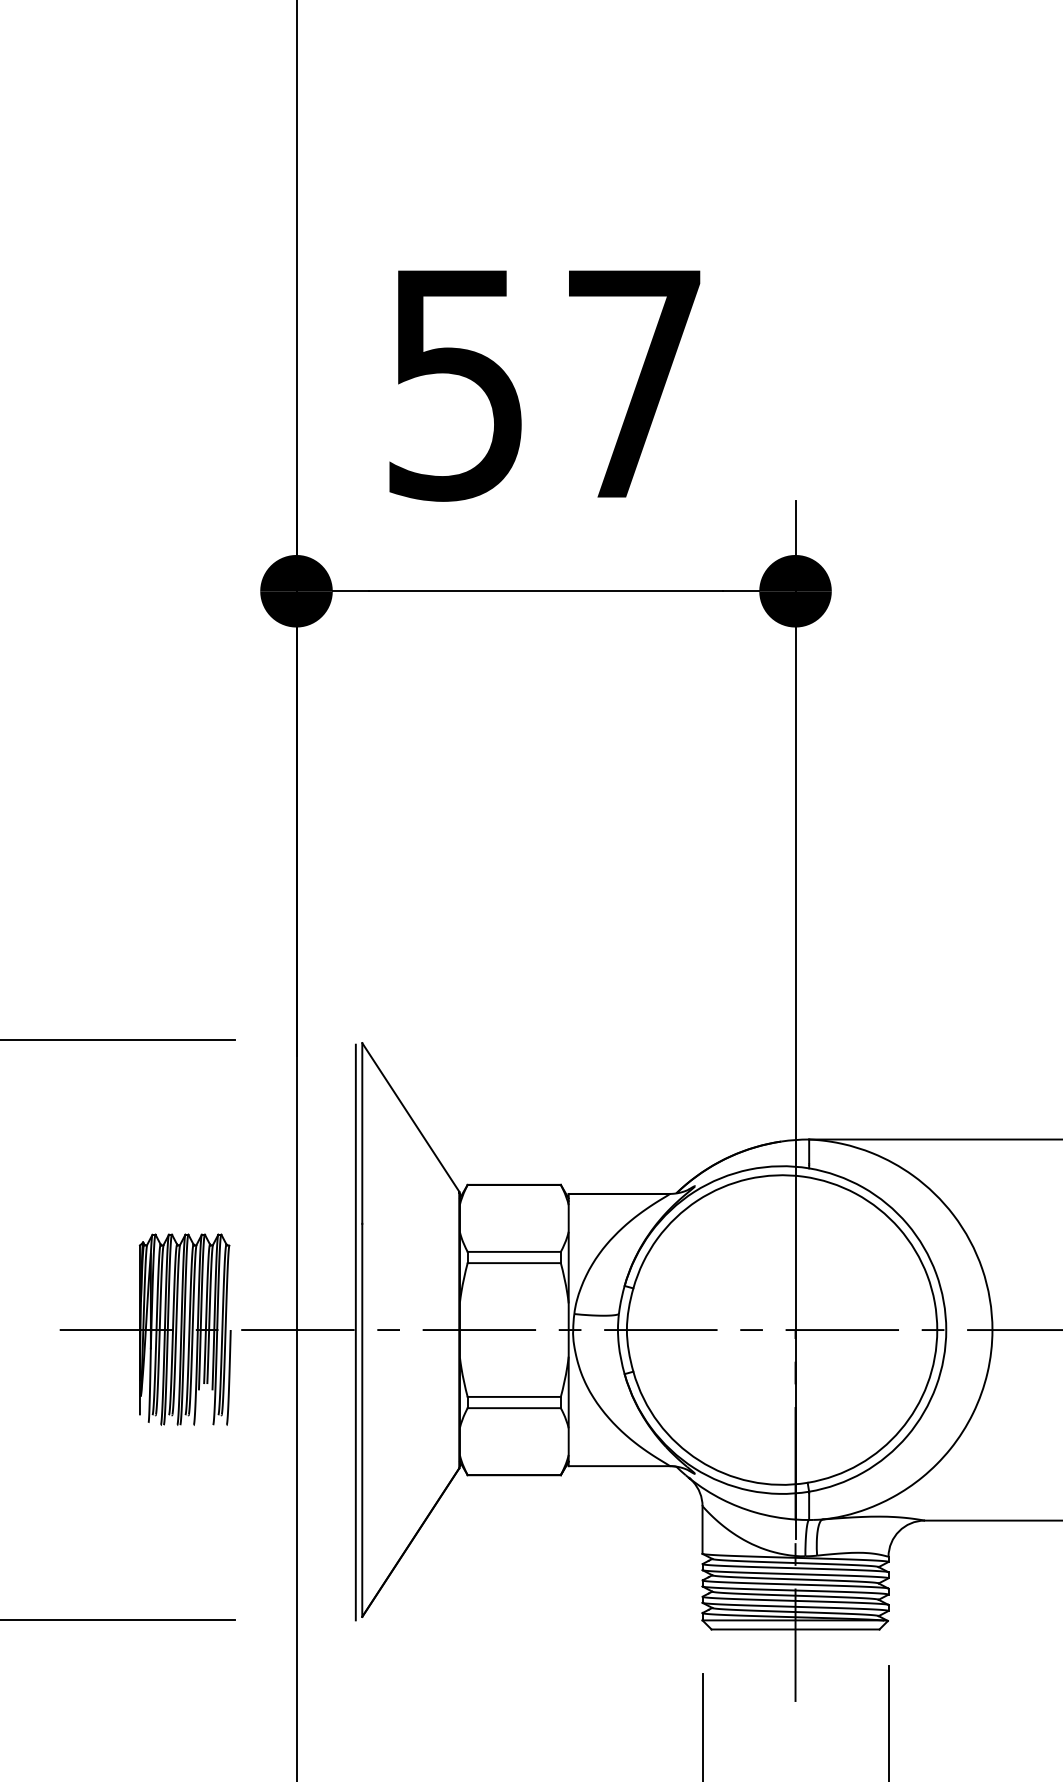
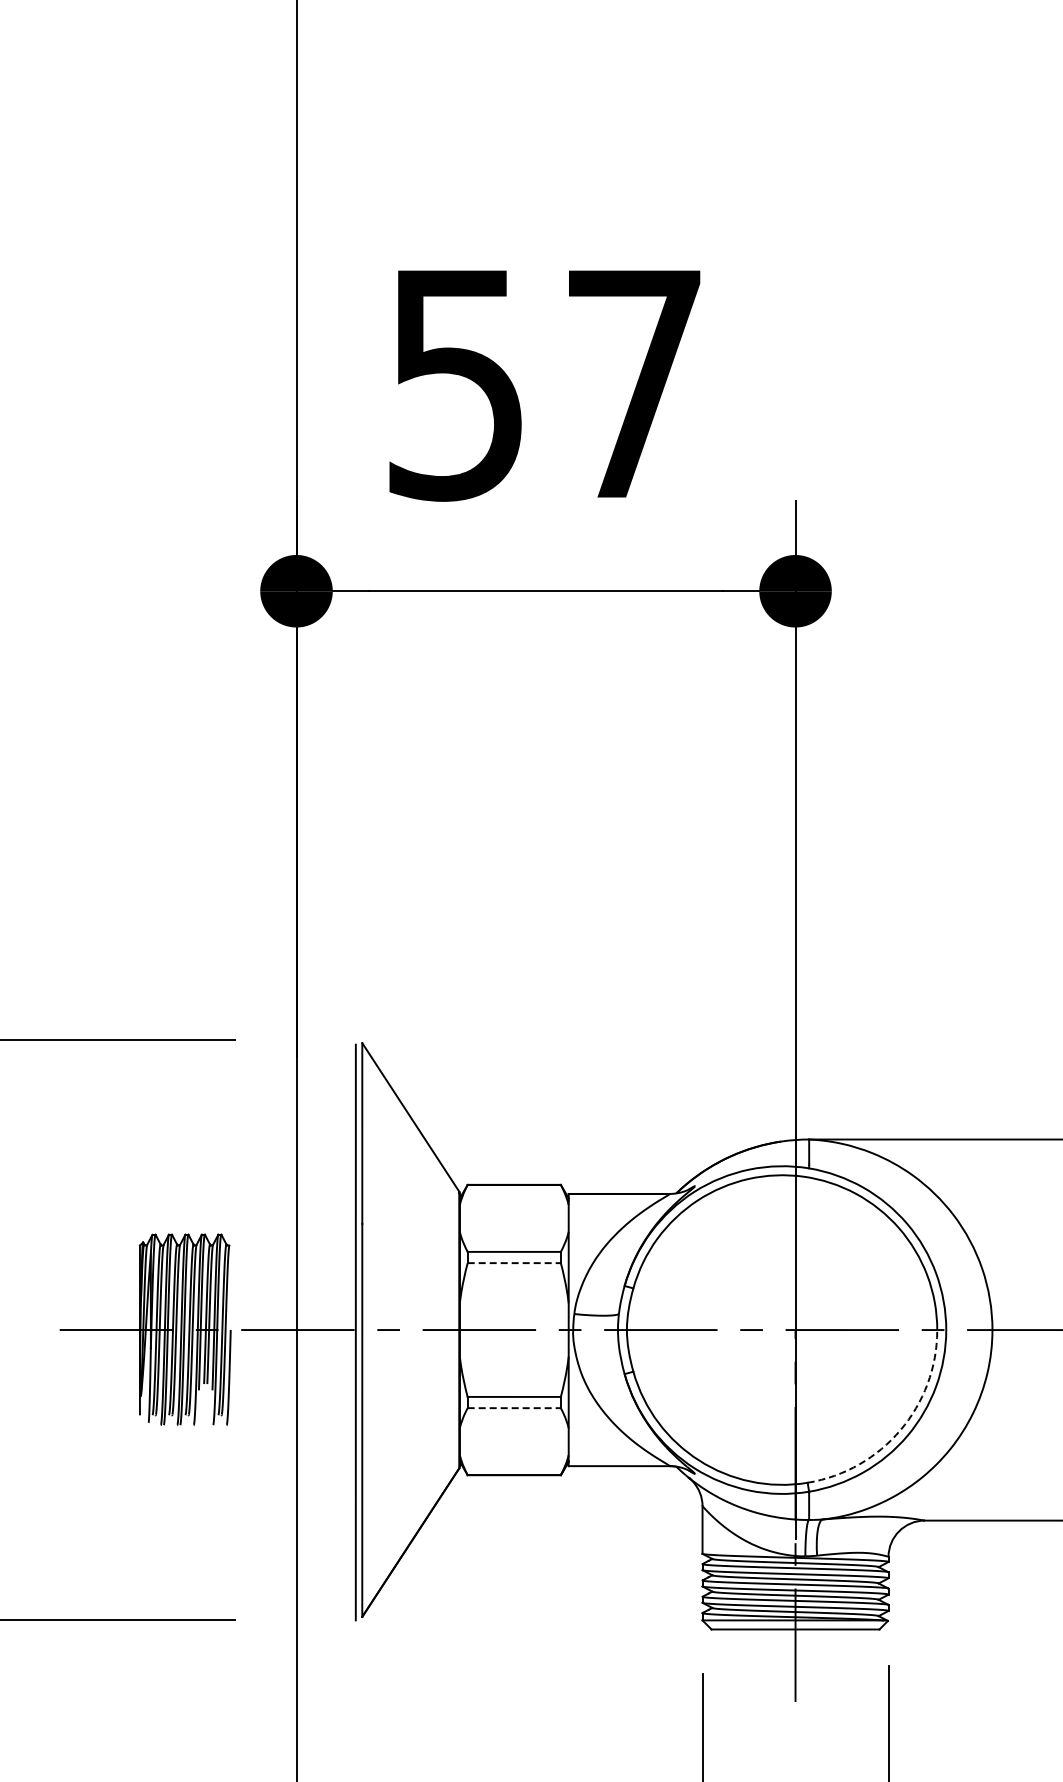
line at (514, 1263): solid -> dashed
line at (514, 1408): solid -> dashed
arc at (900, 1430): solid -> dashed
